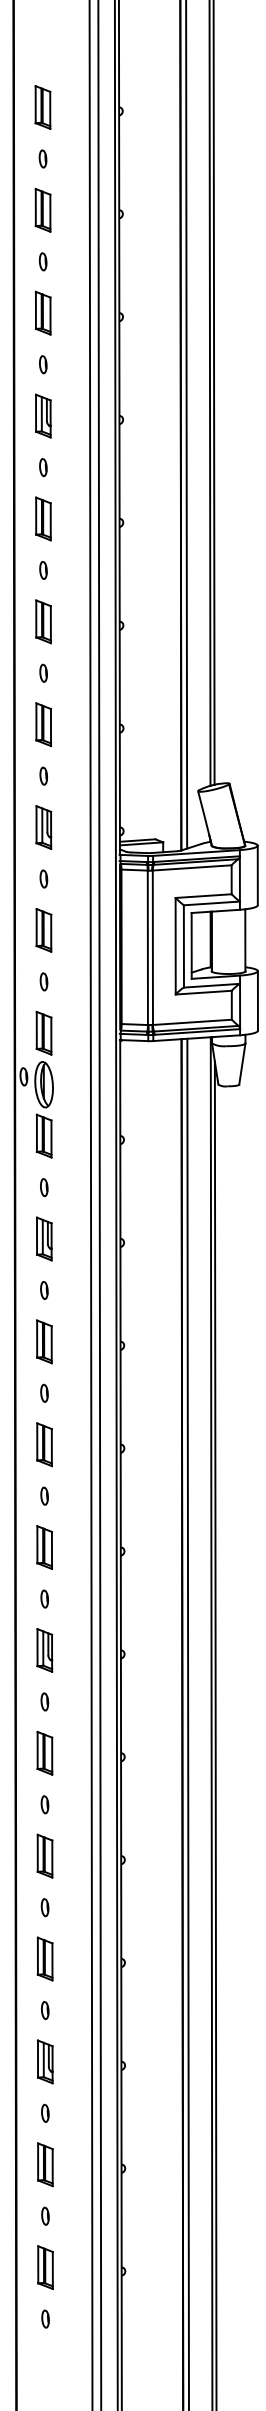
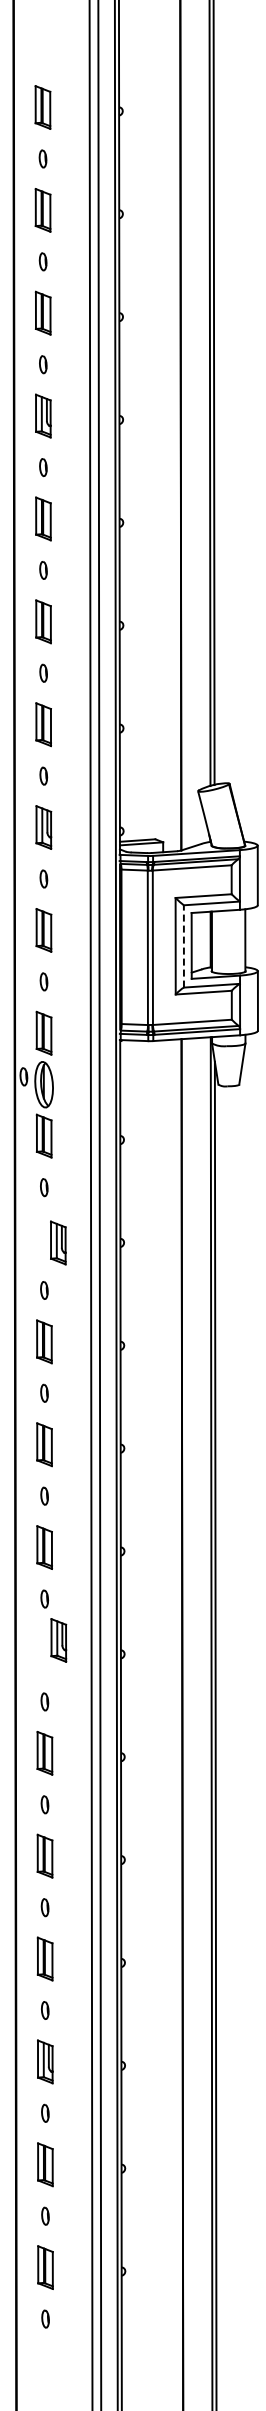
line at (186, 425): present -> none
line at (183, 945): solid -> dashed
part at (44, 1238) position: (44, 1238) -> (58, 1242)
part at (44, 1650) position: (44, 1650) -> (58, 1640)
line at (187, 1722): present -> none
